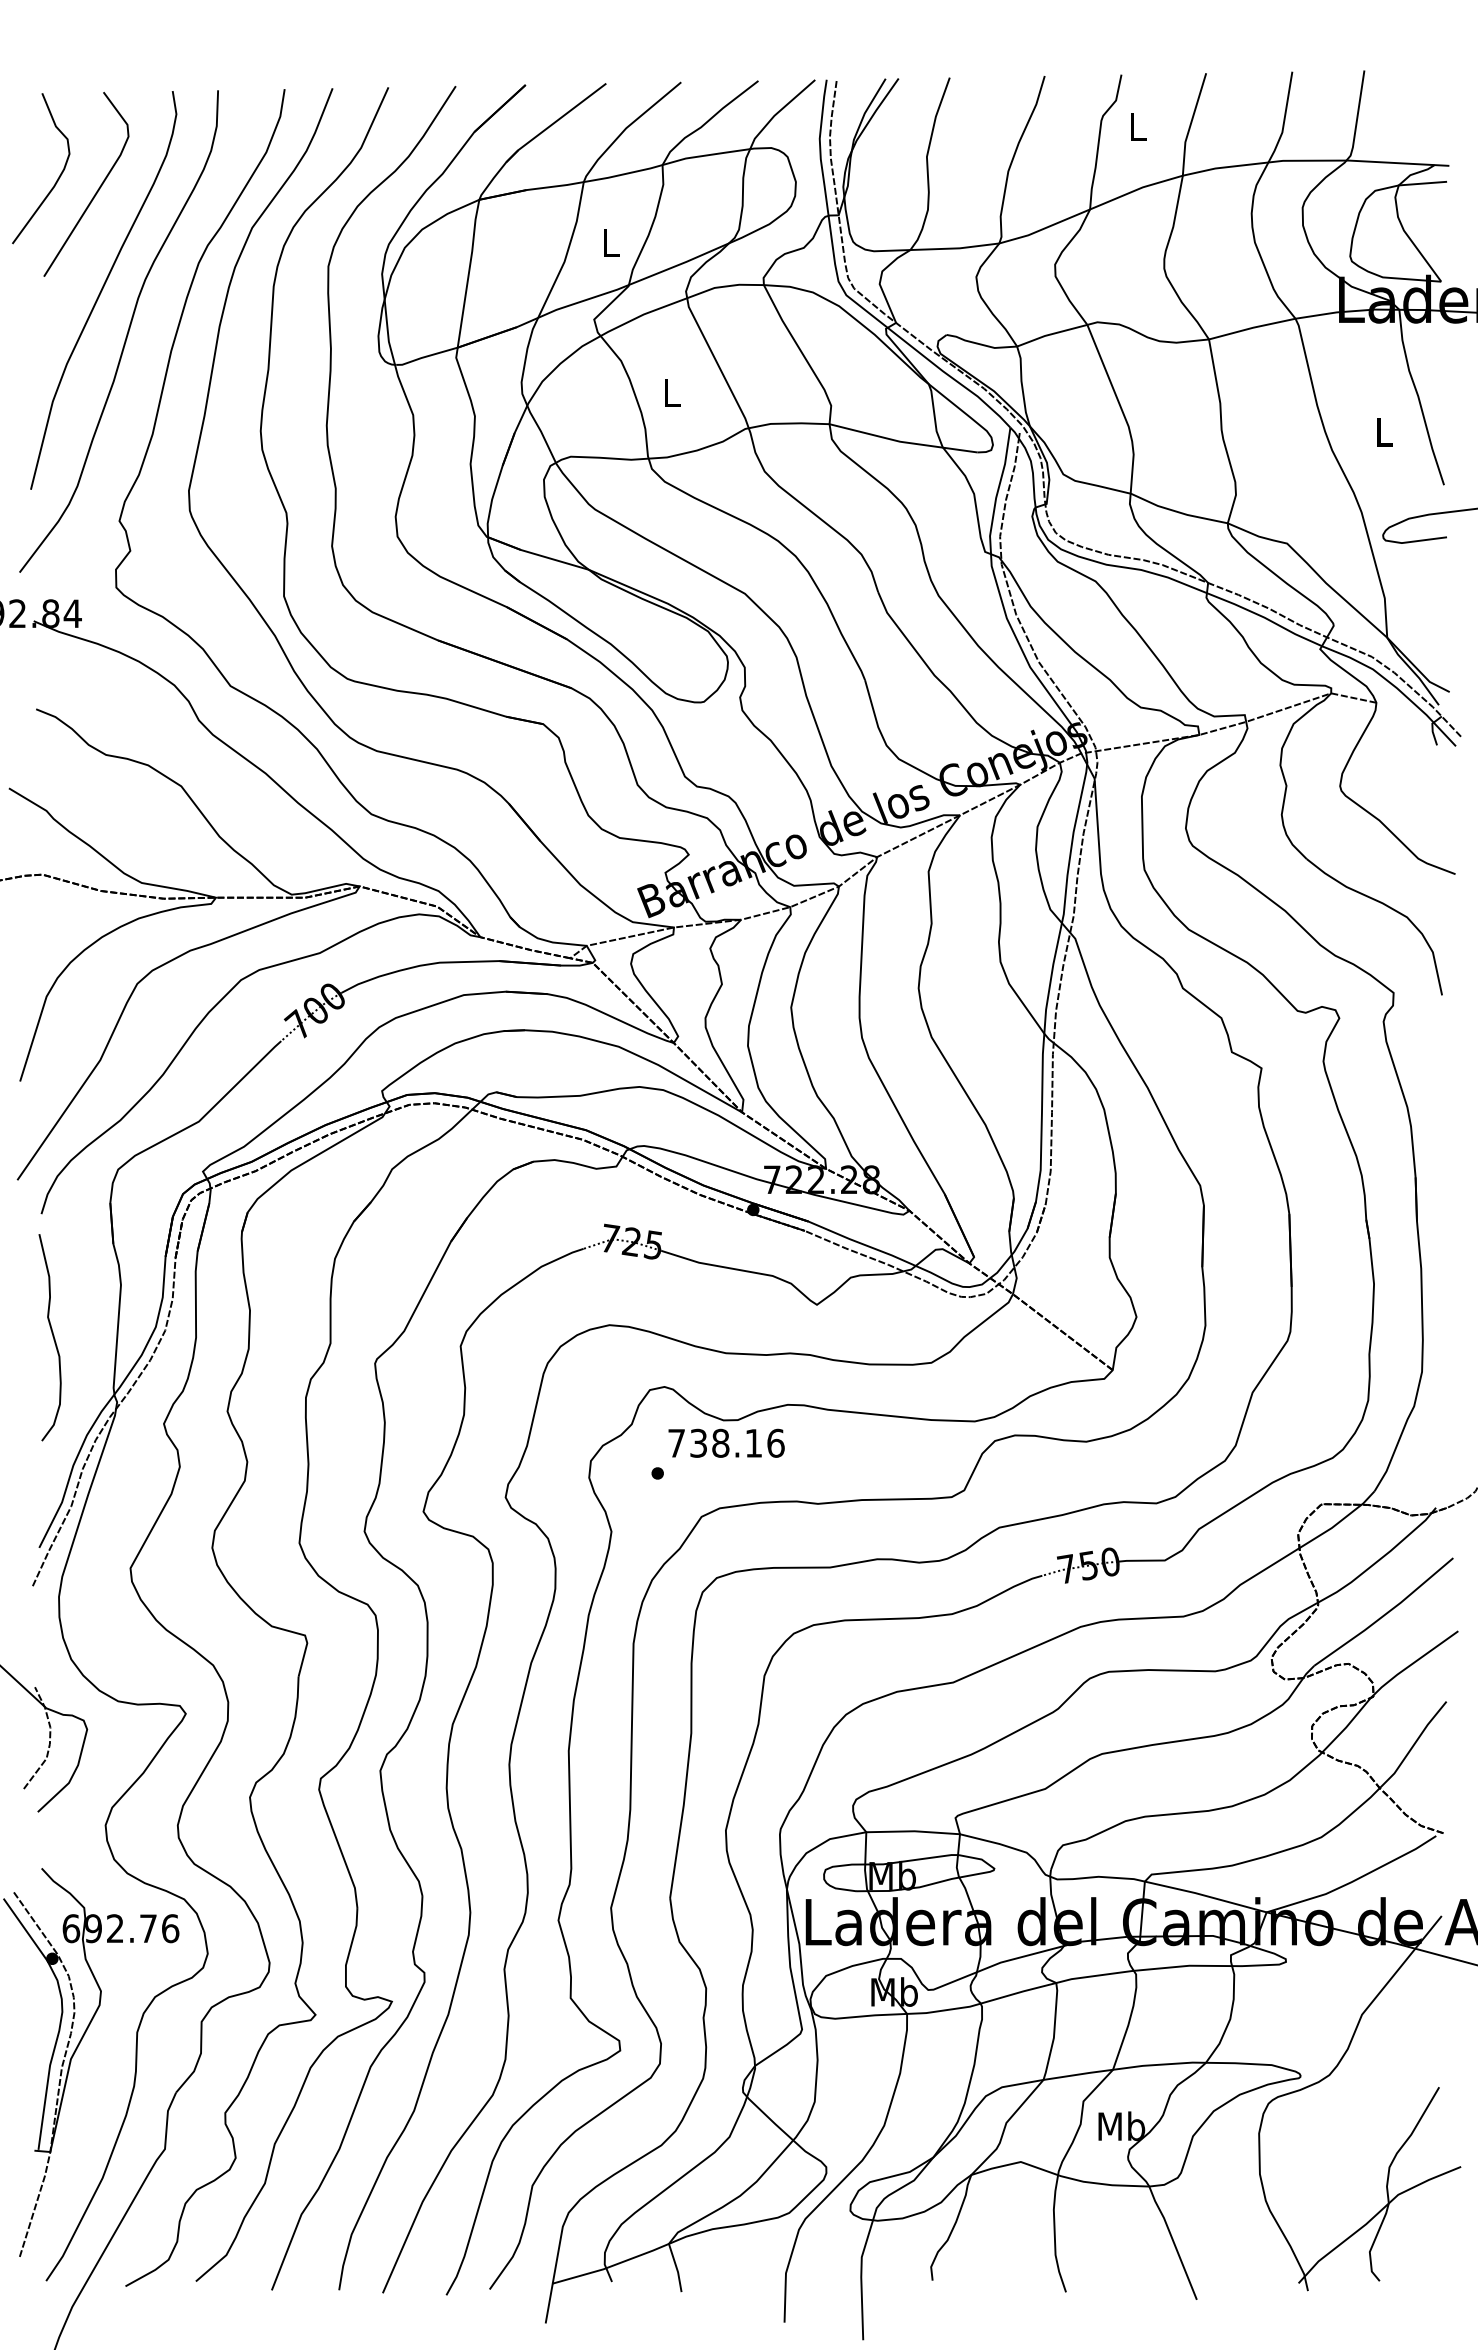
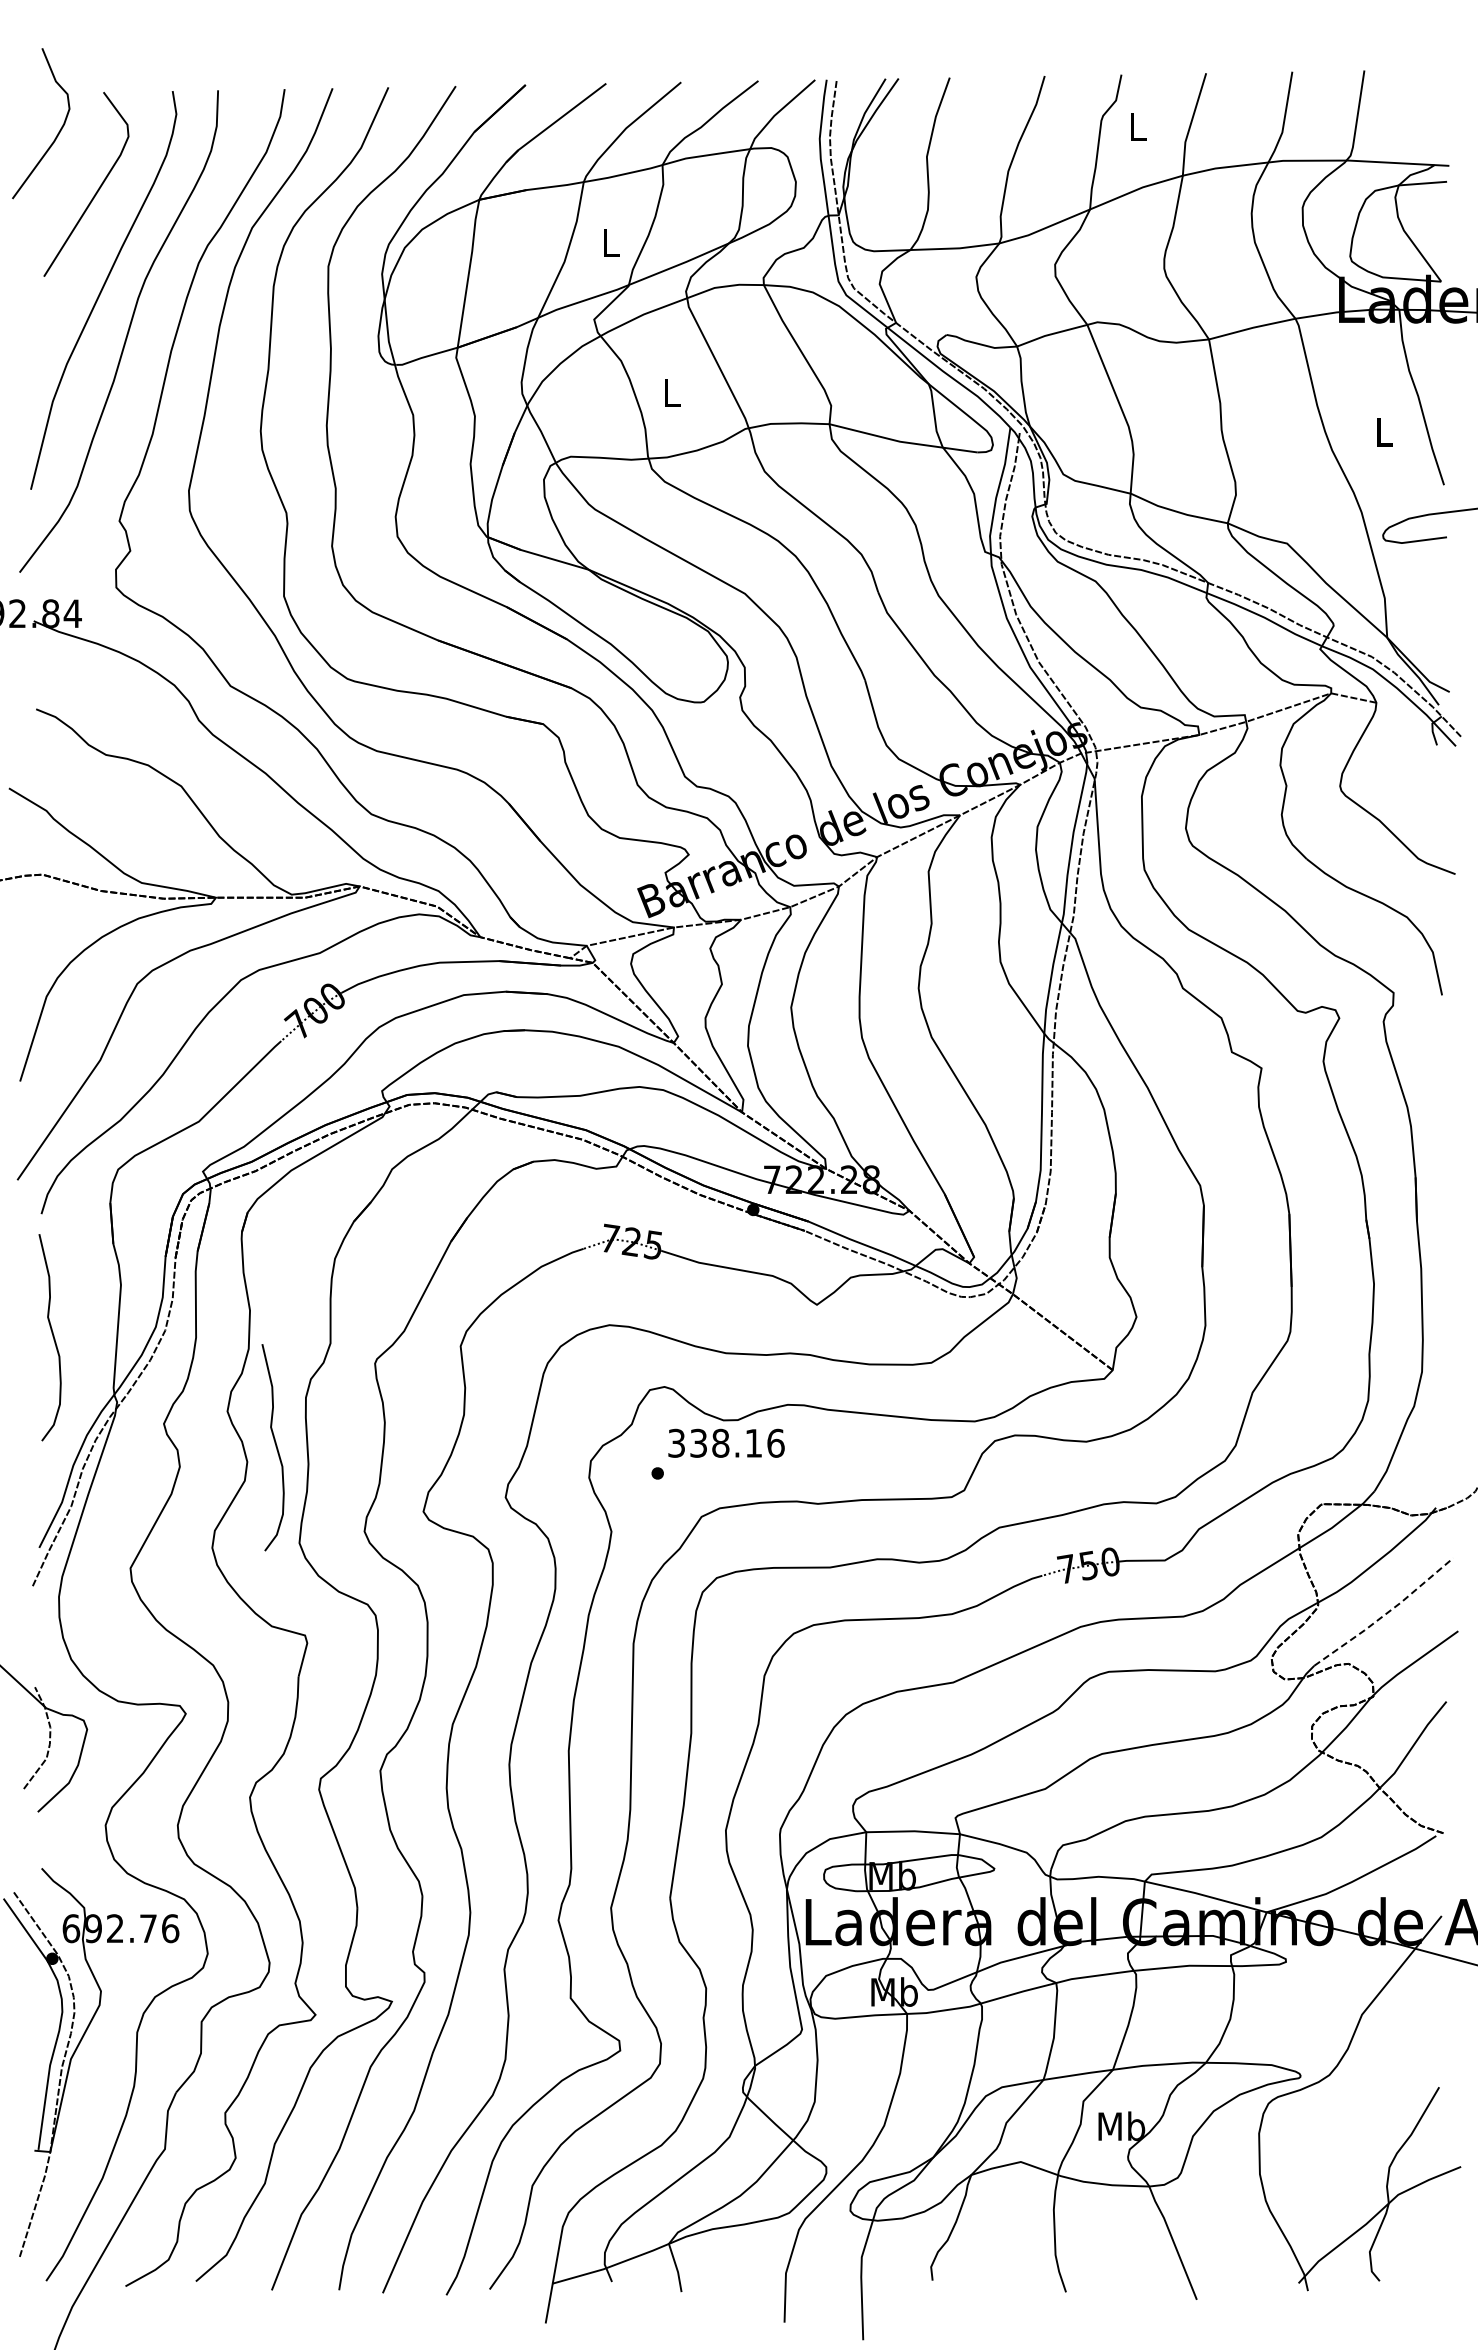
curve at (58, 176) position: (58, 176) -> (58, 131)
text at (676, 1442): 738.16 -> 338.16
curve at (275, 1446): none -> present
line at (1386, 1614): solid -> dashed
